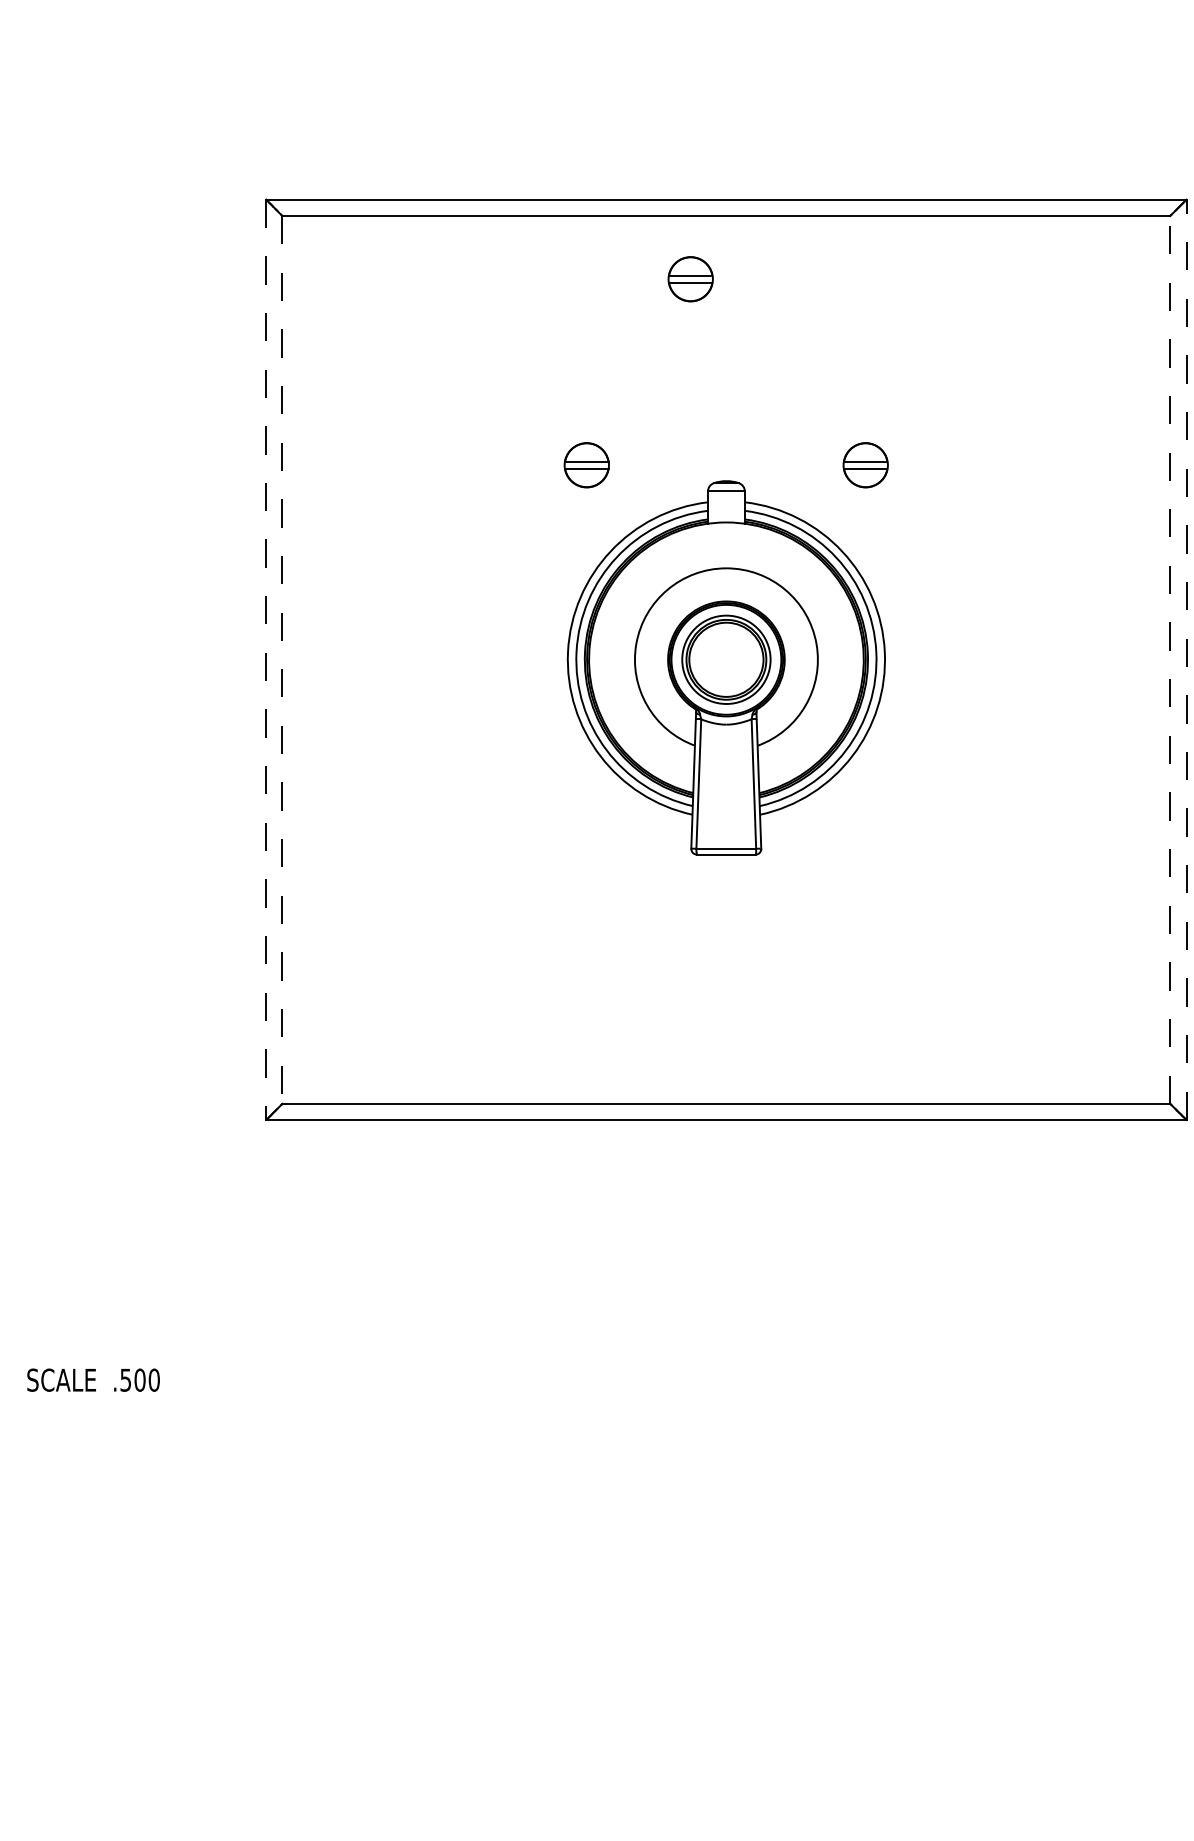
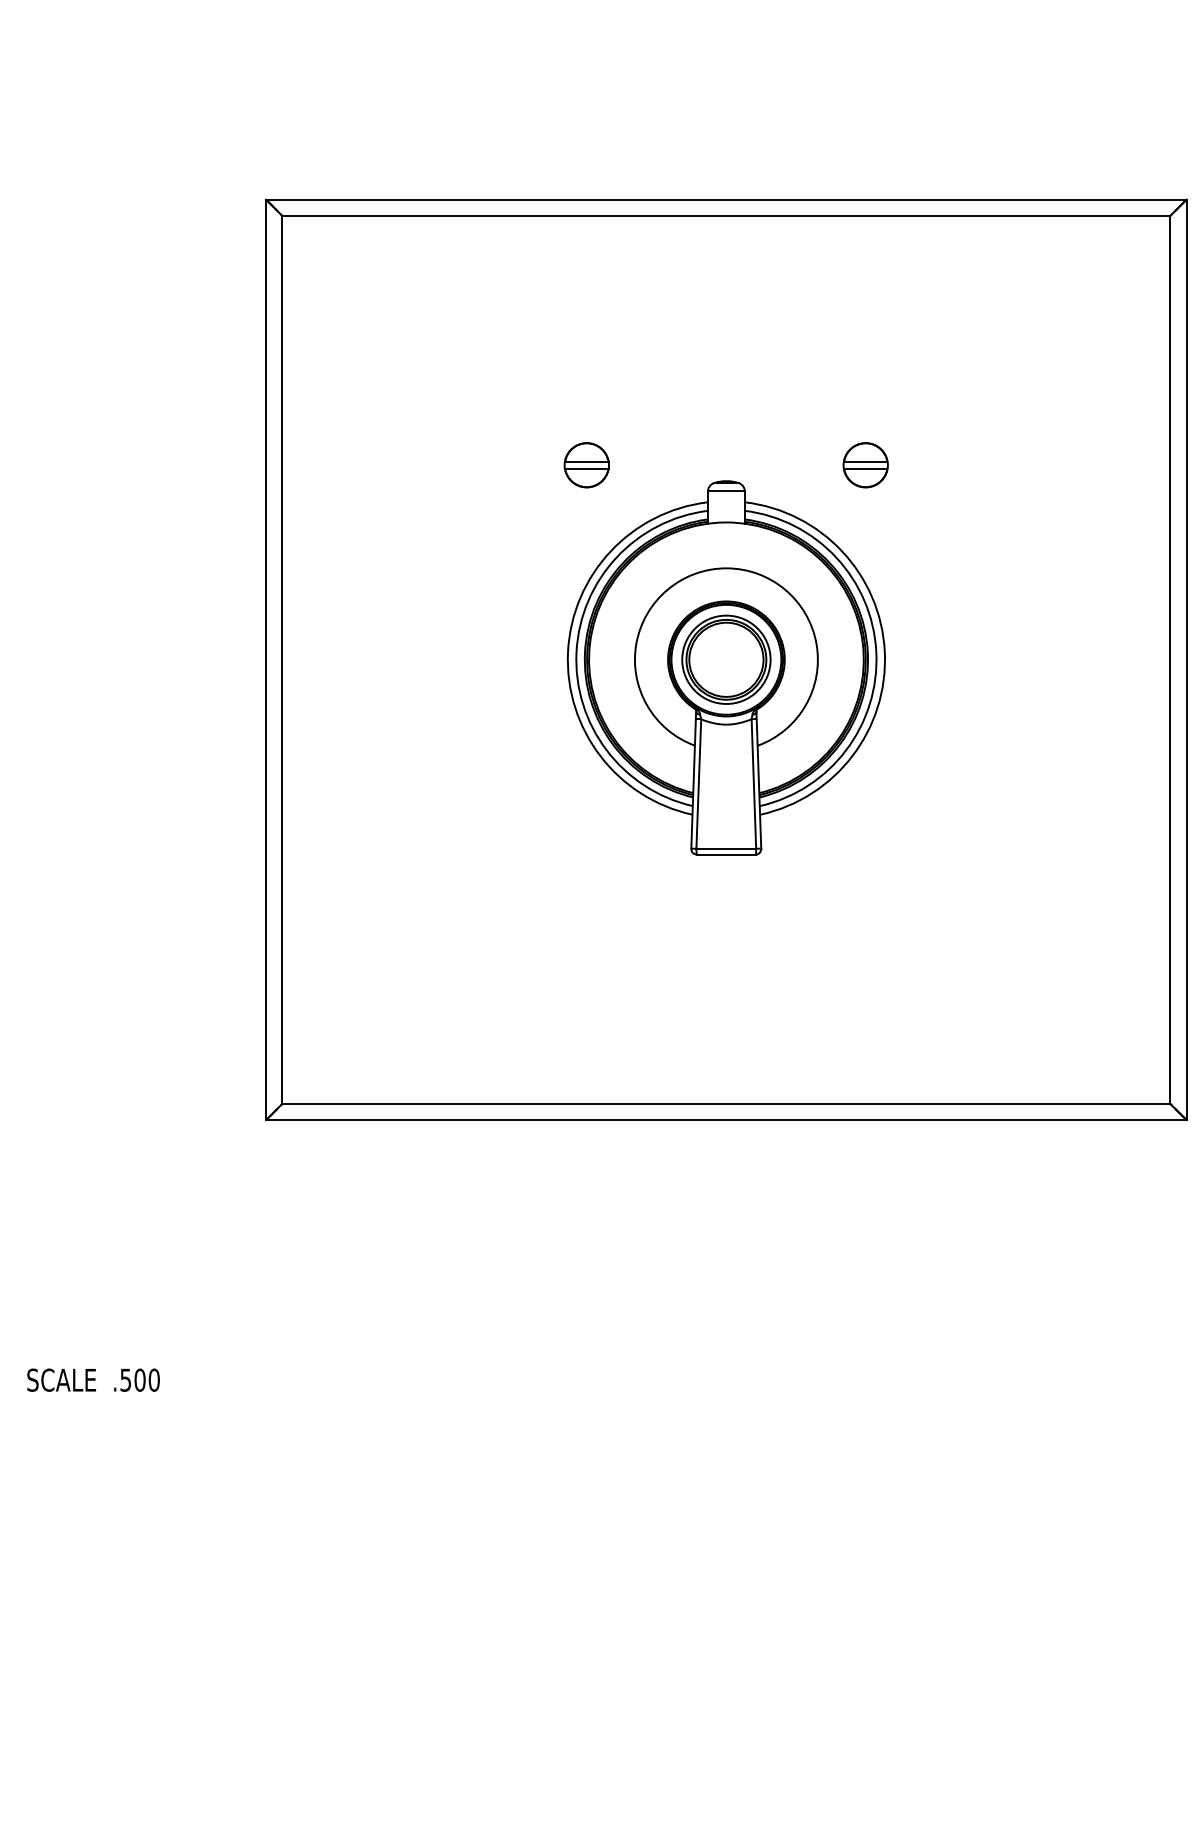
part at (690, 279): present -> none
line at (282, 659): dashed -> solid
line at (1170, 659): dashed -> solid
line at (1186, 659): dashed -> solid
line at (266, 660): dashed -> solid
